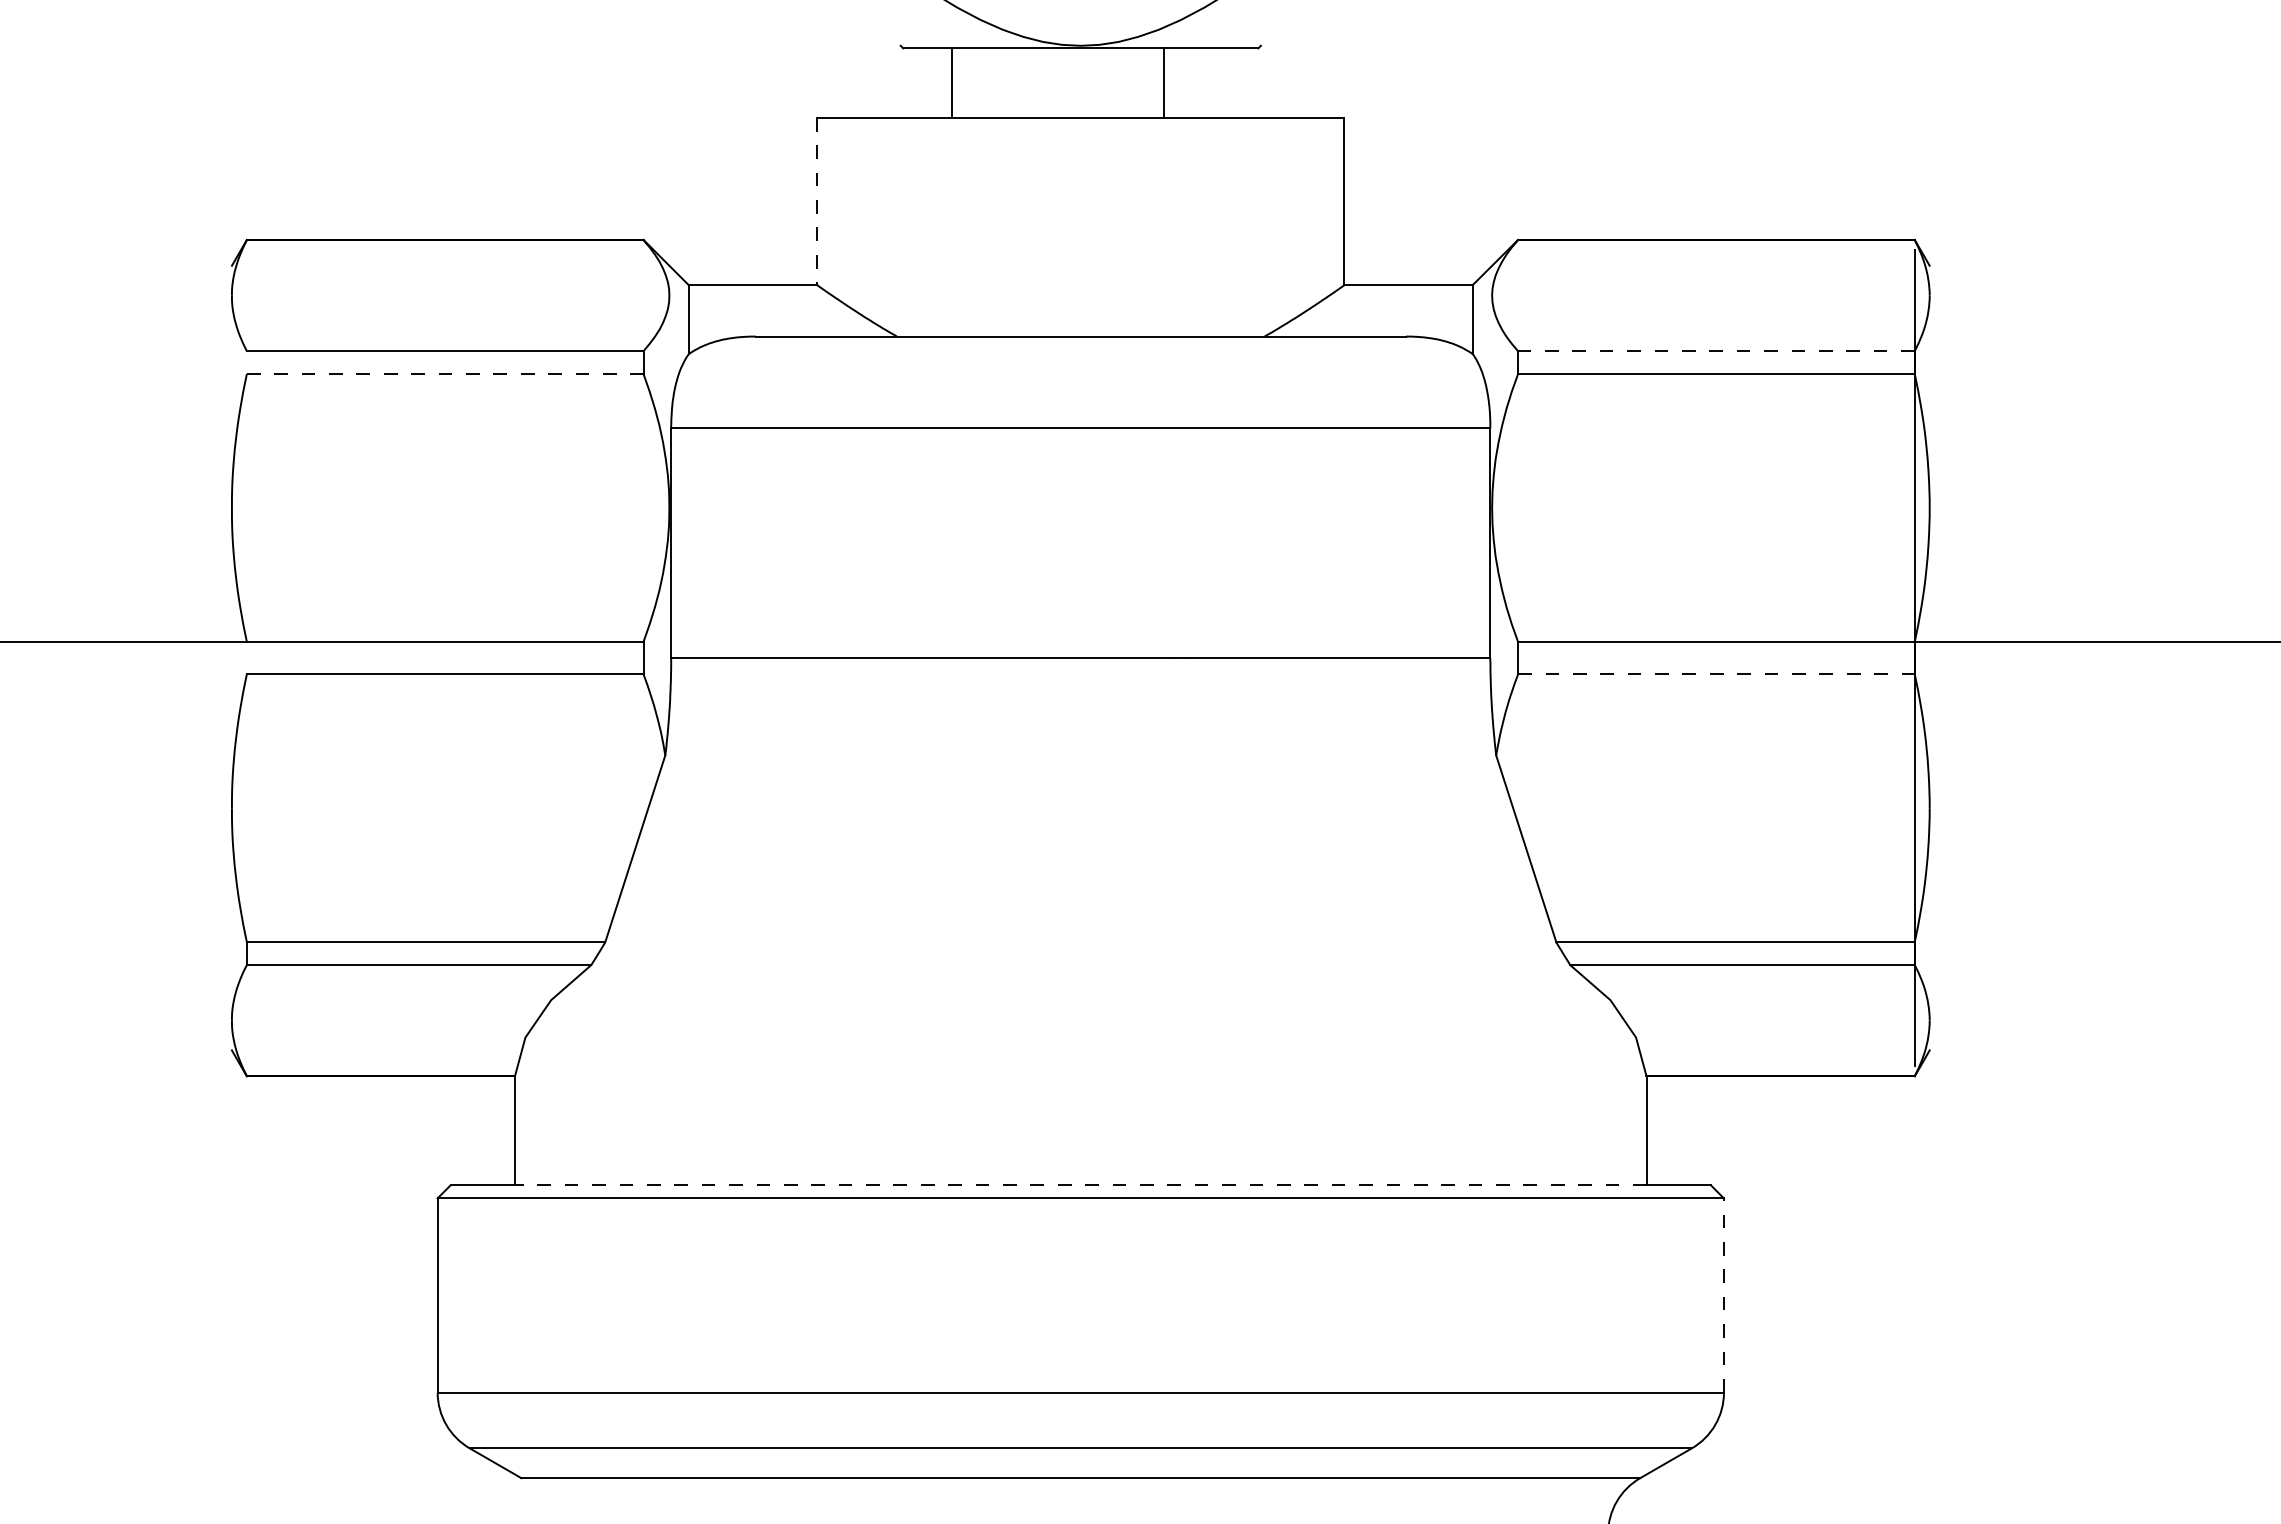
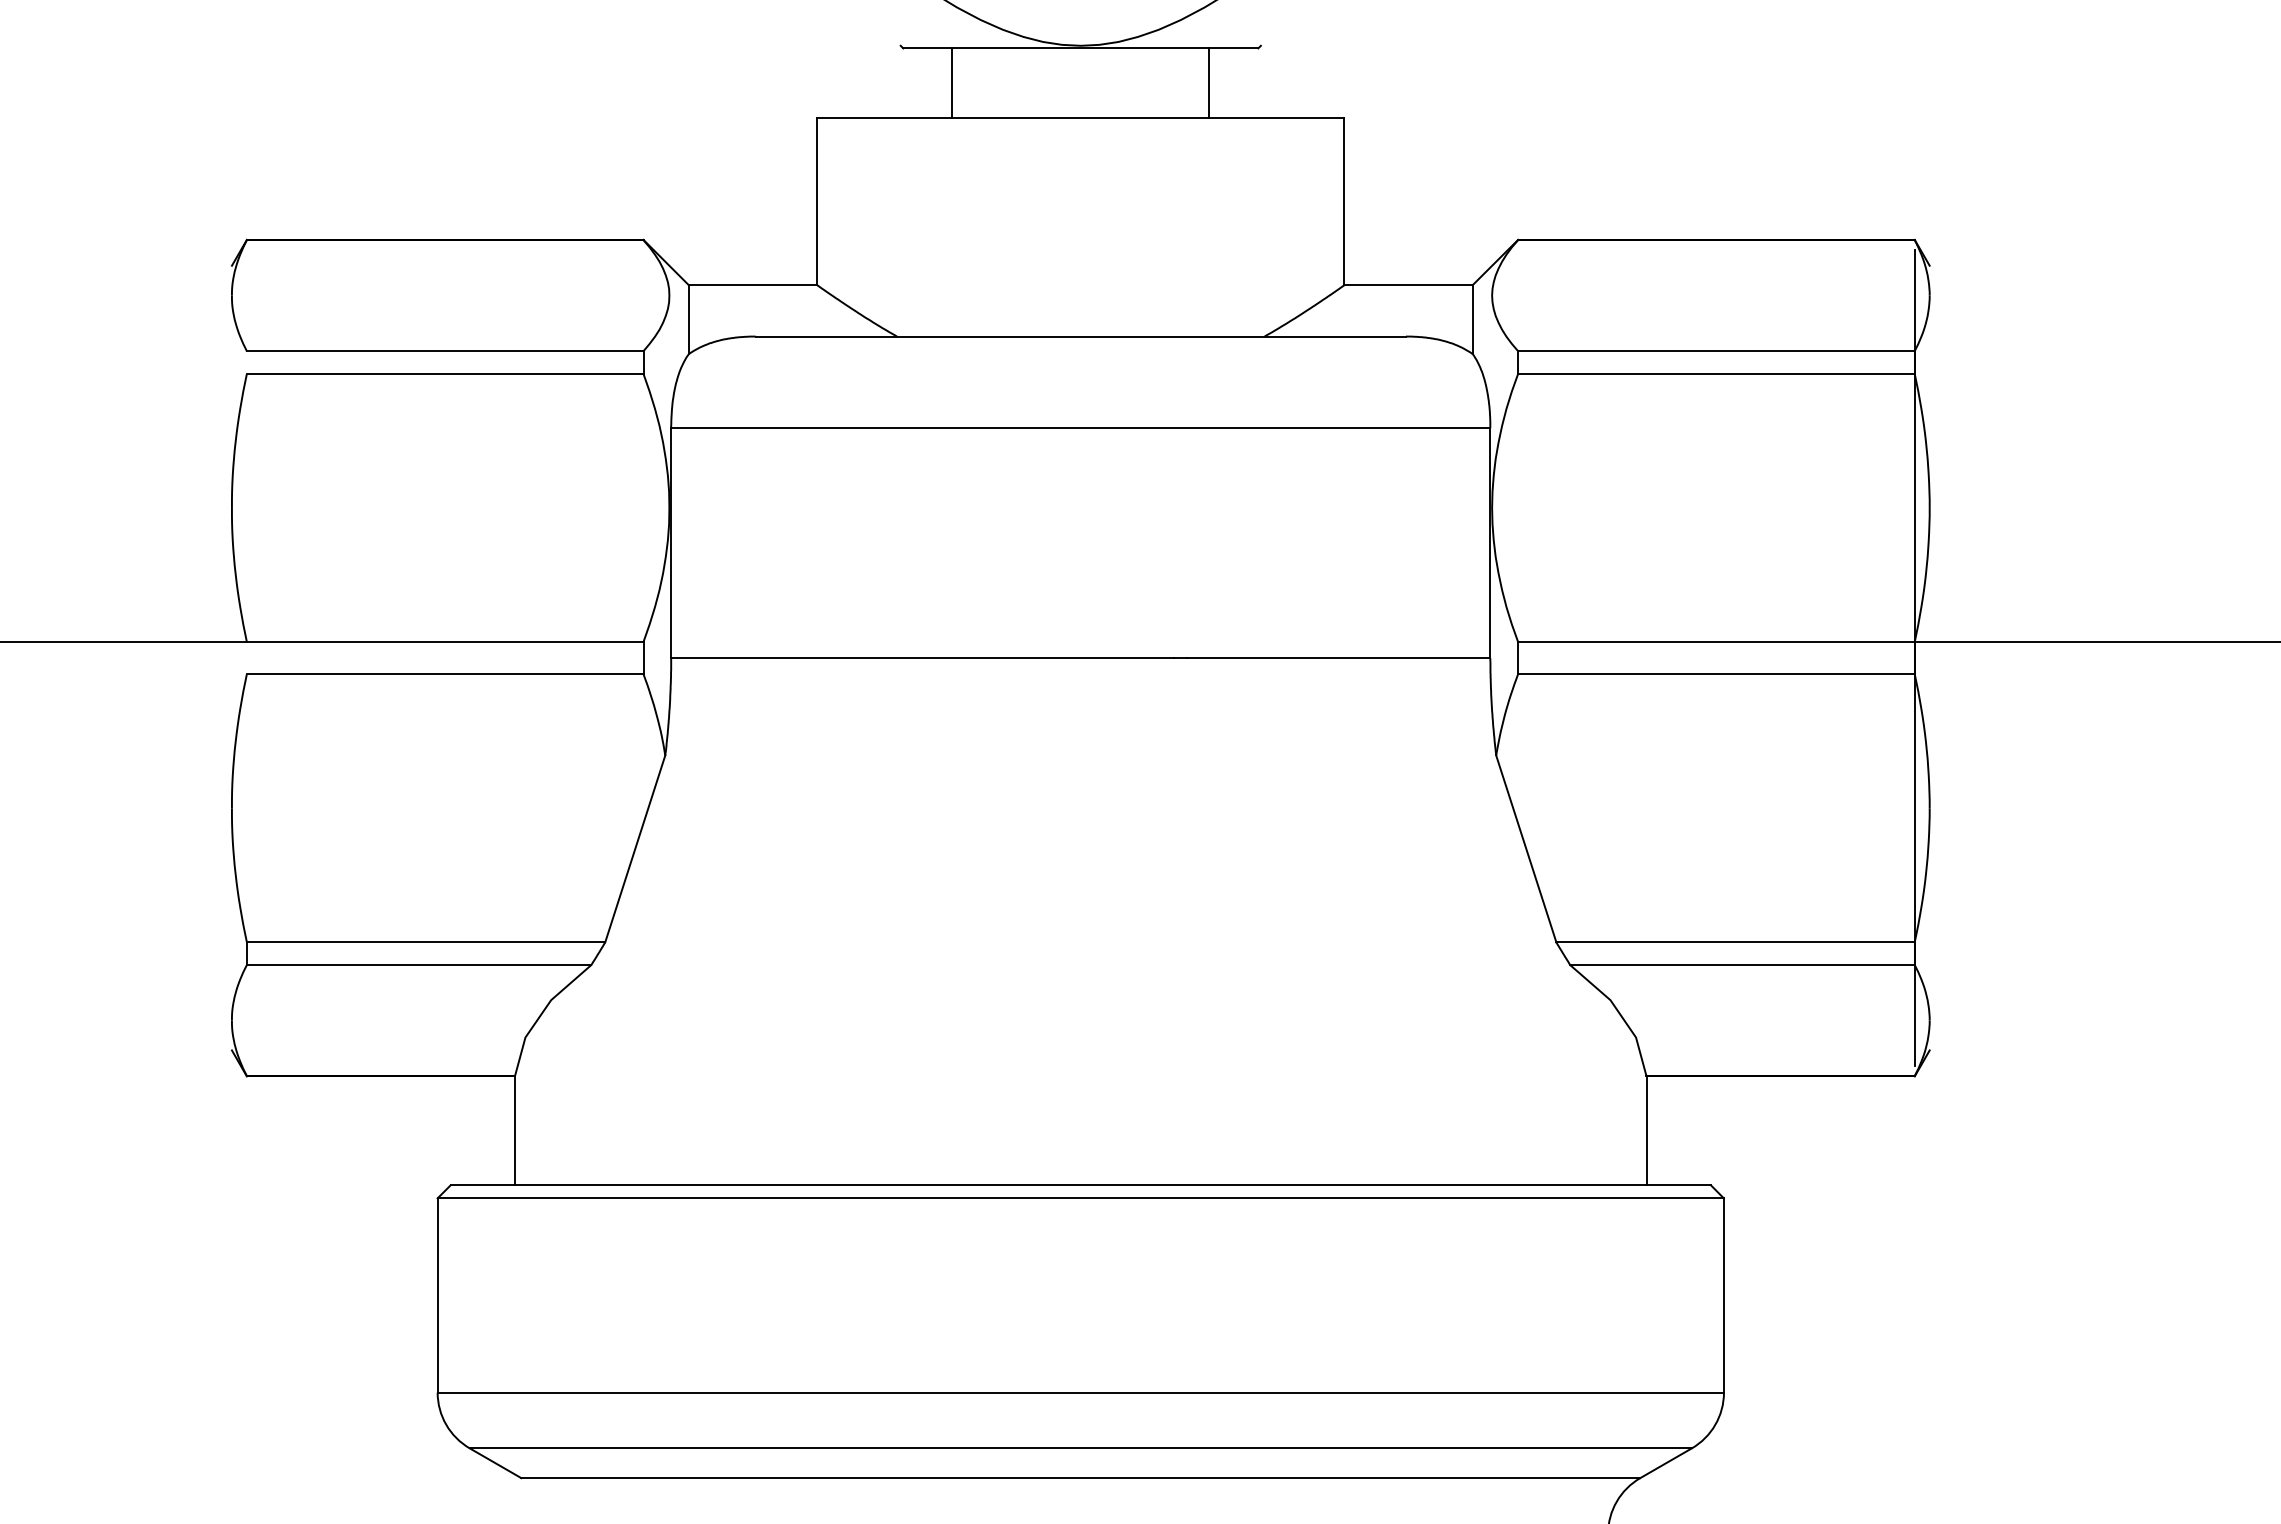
line at (1164, 82) position: (1164, 82) -> (1209, 82)
line at (817, 201): dashed -> solid
line at (1715, 351): dashed -> solid
line at (445, 373): dashed -> solid
line at (1716, 674): dashed -> solid
line at (1080, 1185): dashed -> solid
line at (1723, 1294): dashed -> solid
